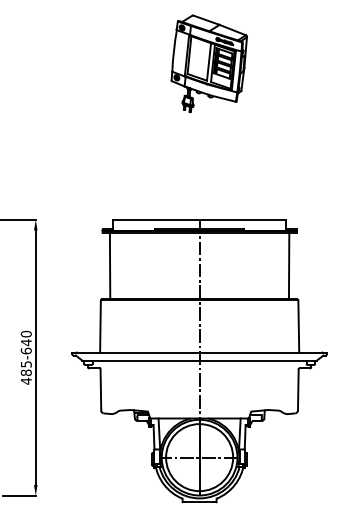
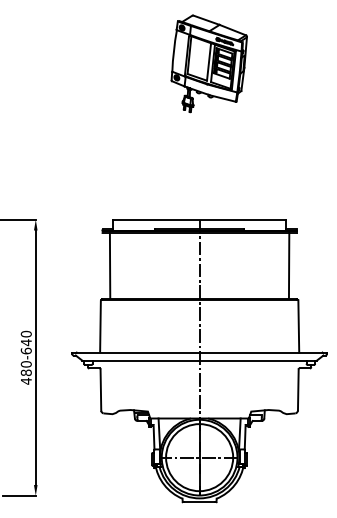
text at (25, 364): 485-640 -> 480-640
